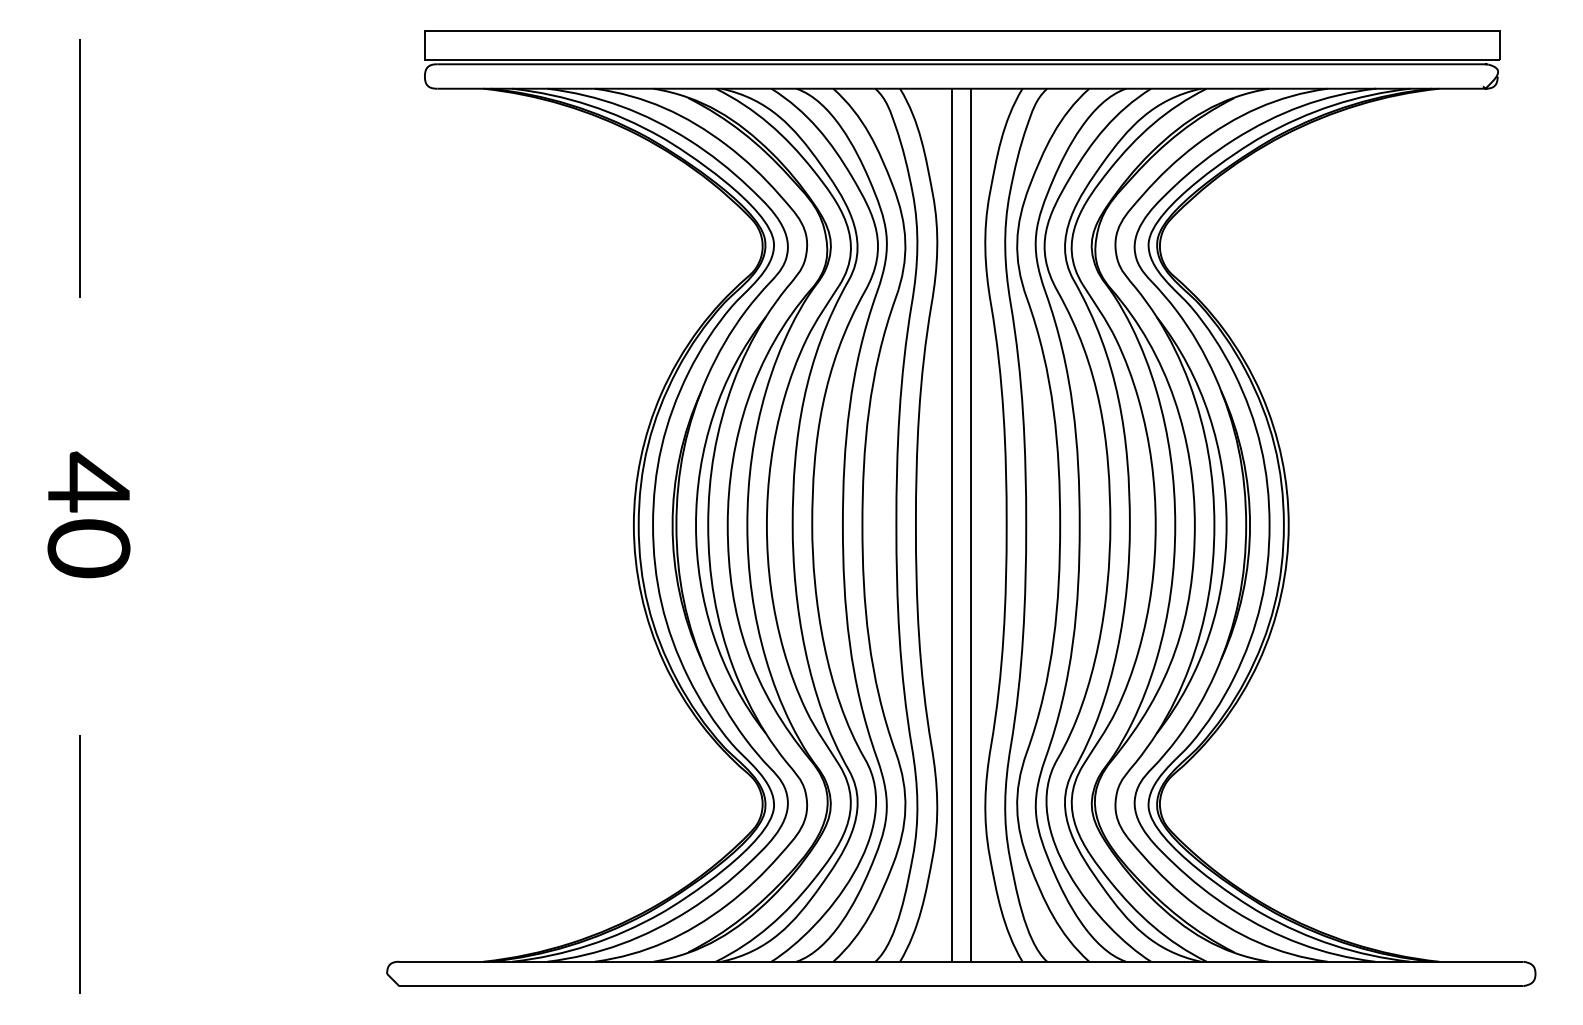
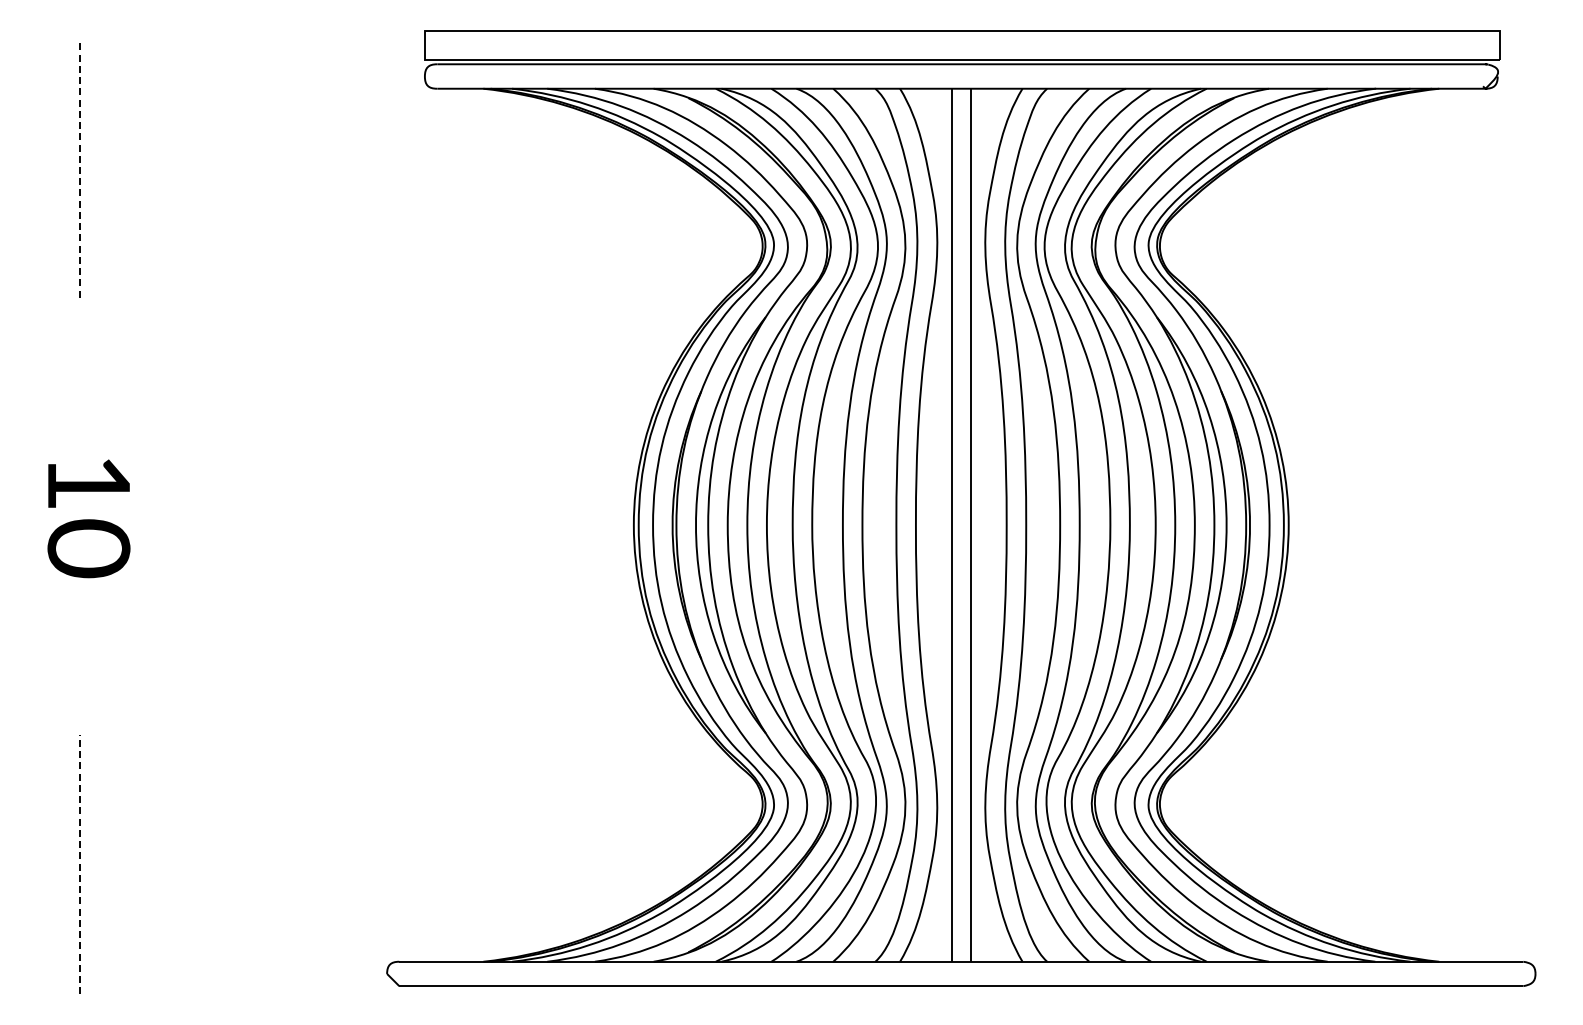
line at (80, 167): solid -> dashed
text at (88, 481): 40 -> 10
line at (80, 864): solid -> dashed
